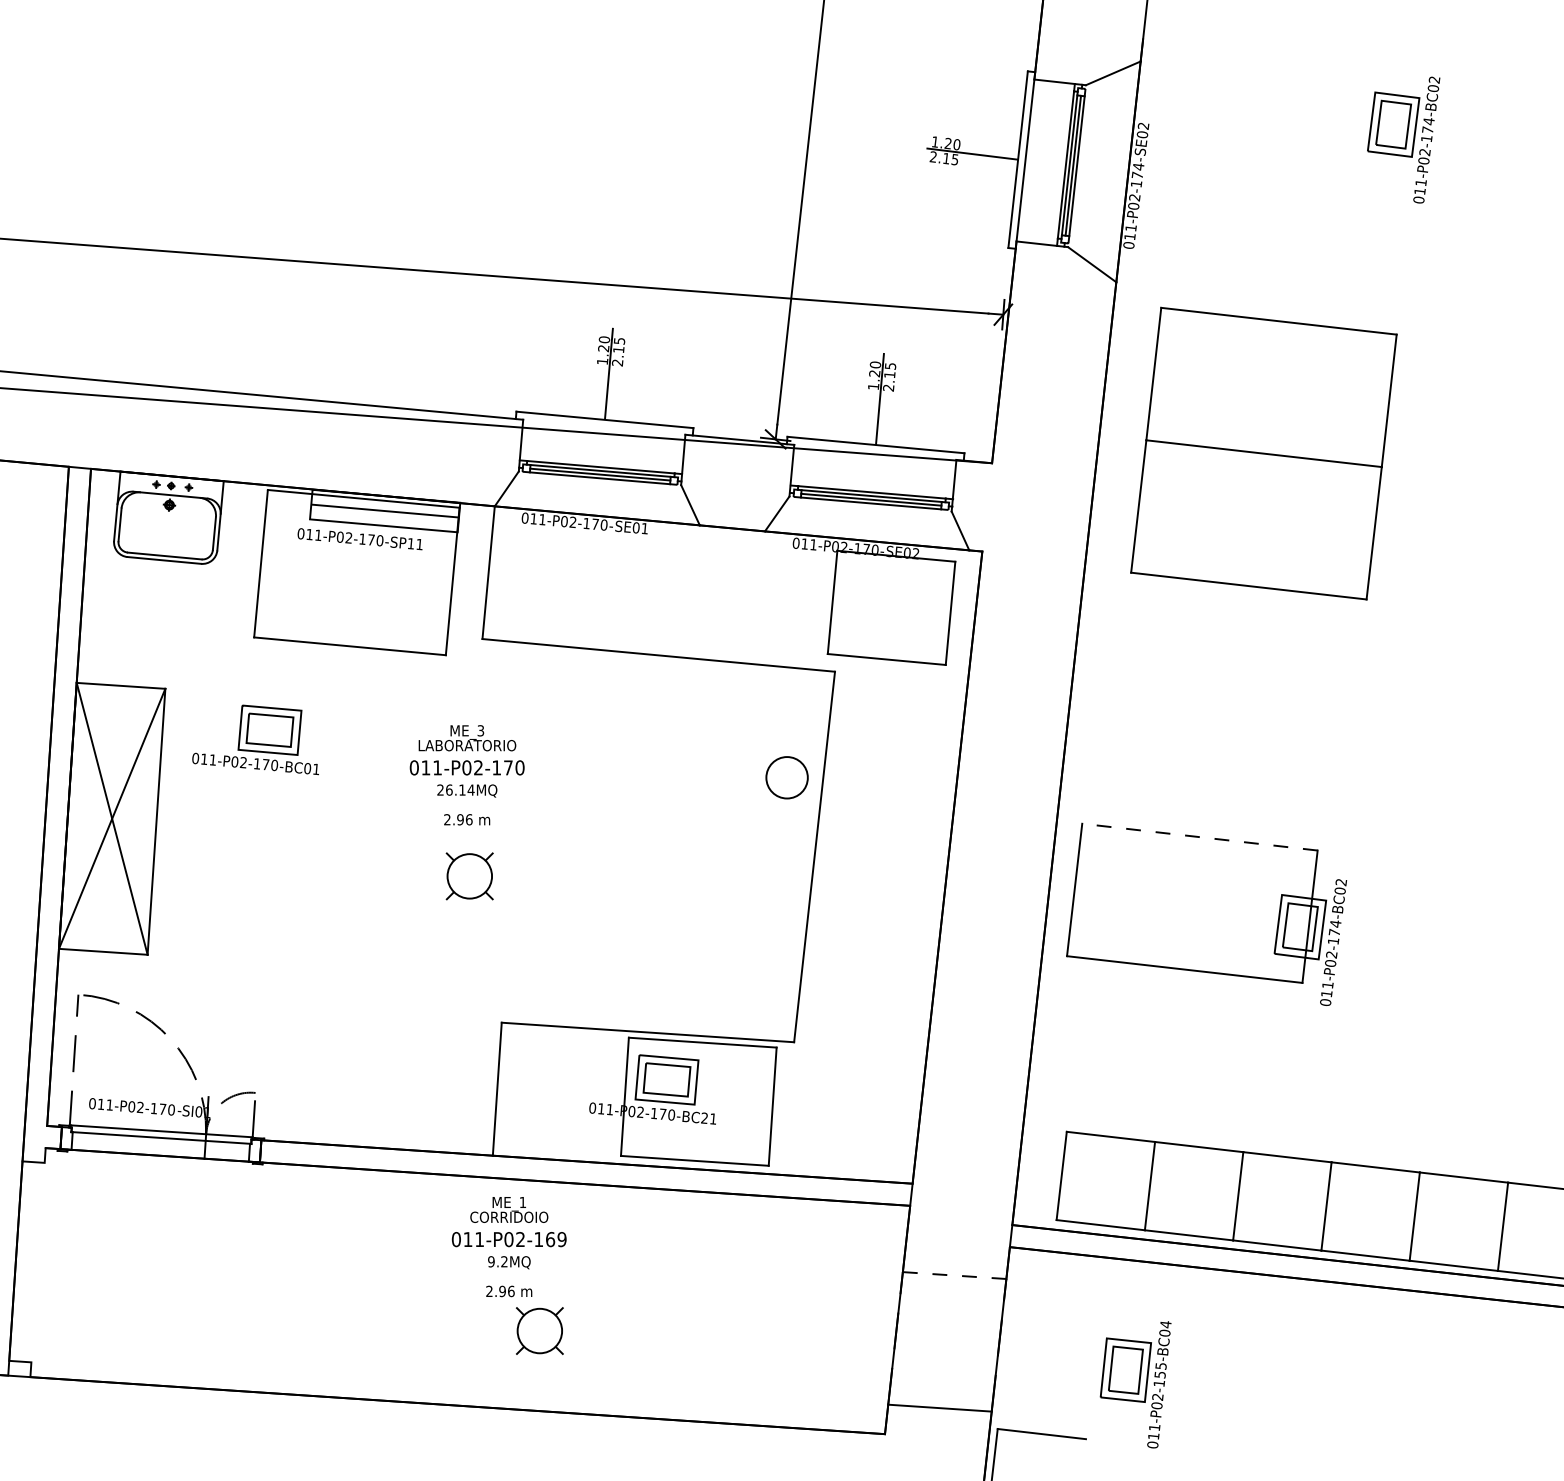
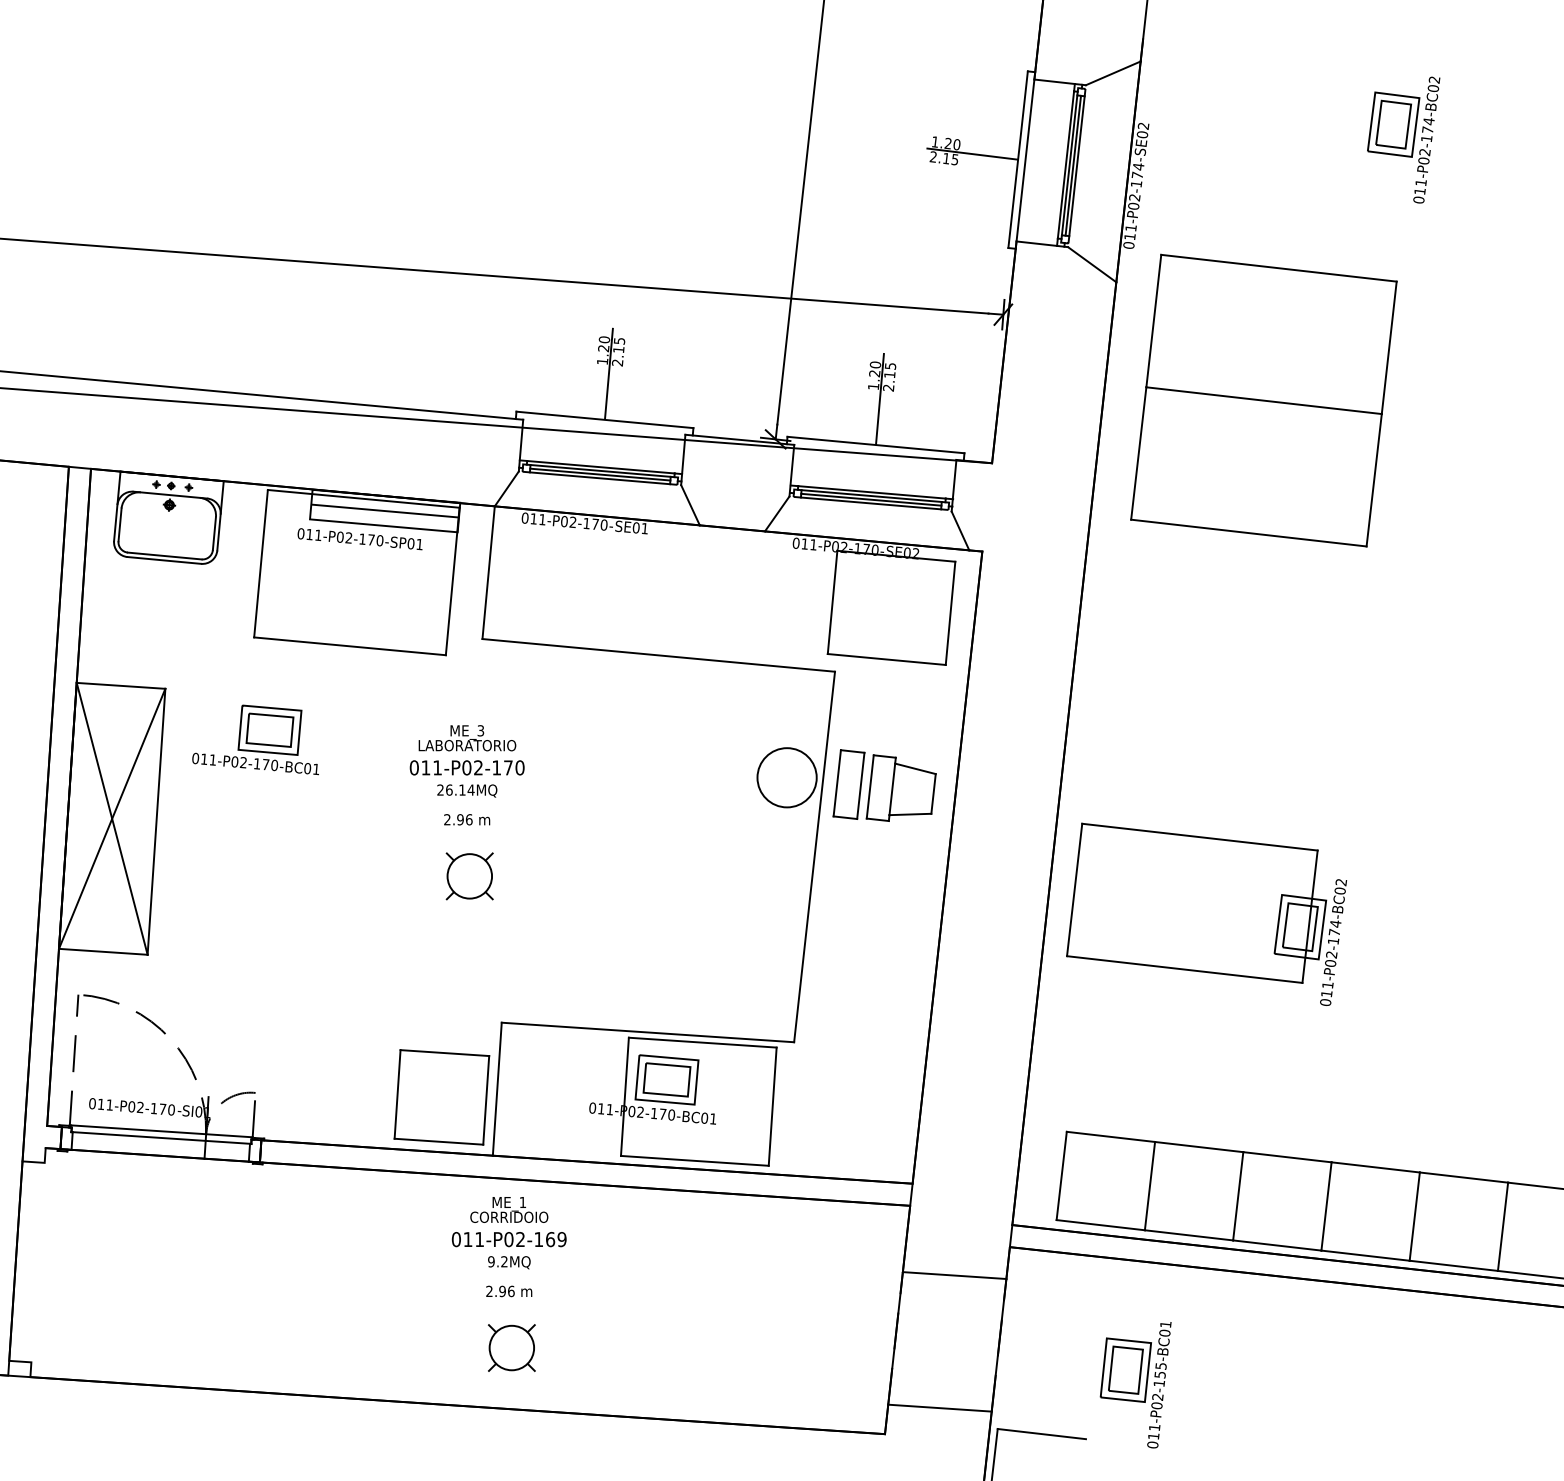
part at (1263, 453) position: (1263, 453) -> (1263, 400)
text at (410, 543): SP11 -> SP01
circle at (786, 777) diameter: 41 px -> 59 px
part at (884, 785): none -> present
line at (1199, 837): dashed -> solid
part at (441, 1097): none -> present
text at (704, 1117): BC21 -> BC01
line at (954, 1275): dashed -> solid
text at (1165, 1324): BC04 -> BC01
part at (539, 1330) position: (539, 1330) -> (511, 1347)
